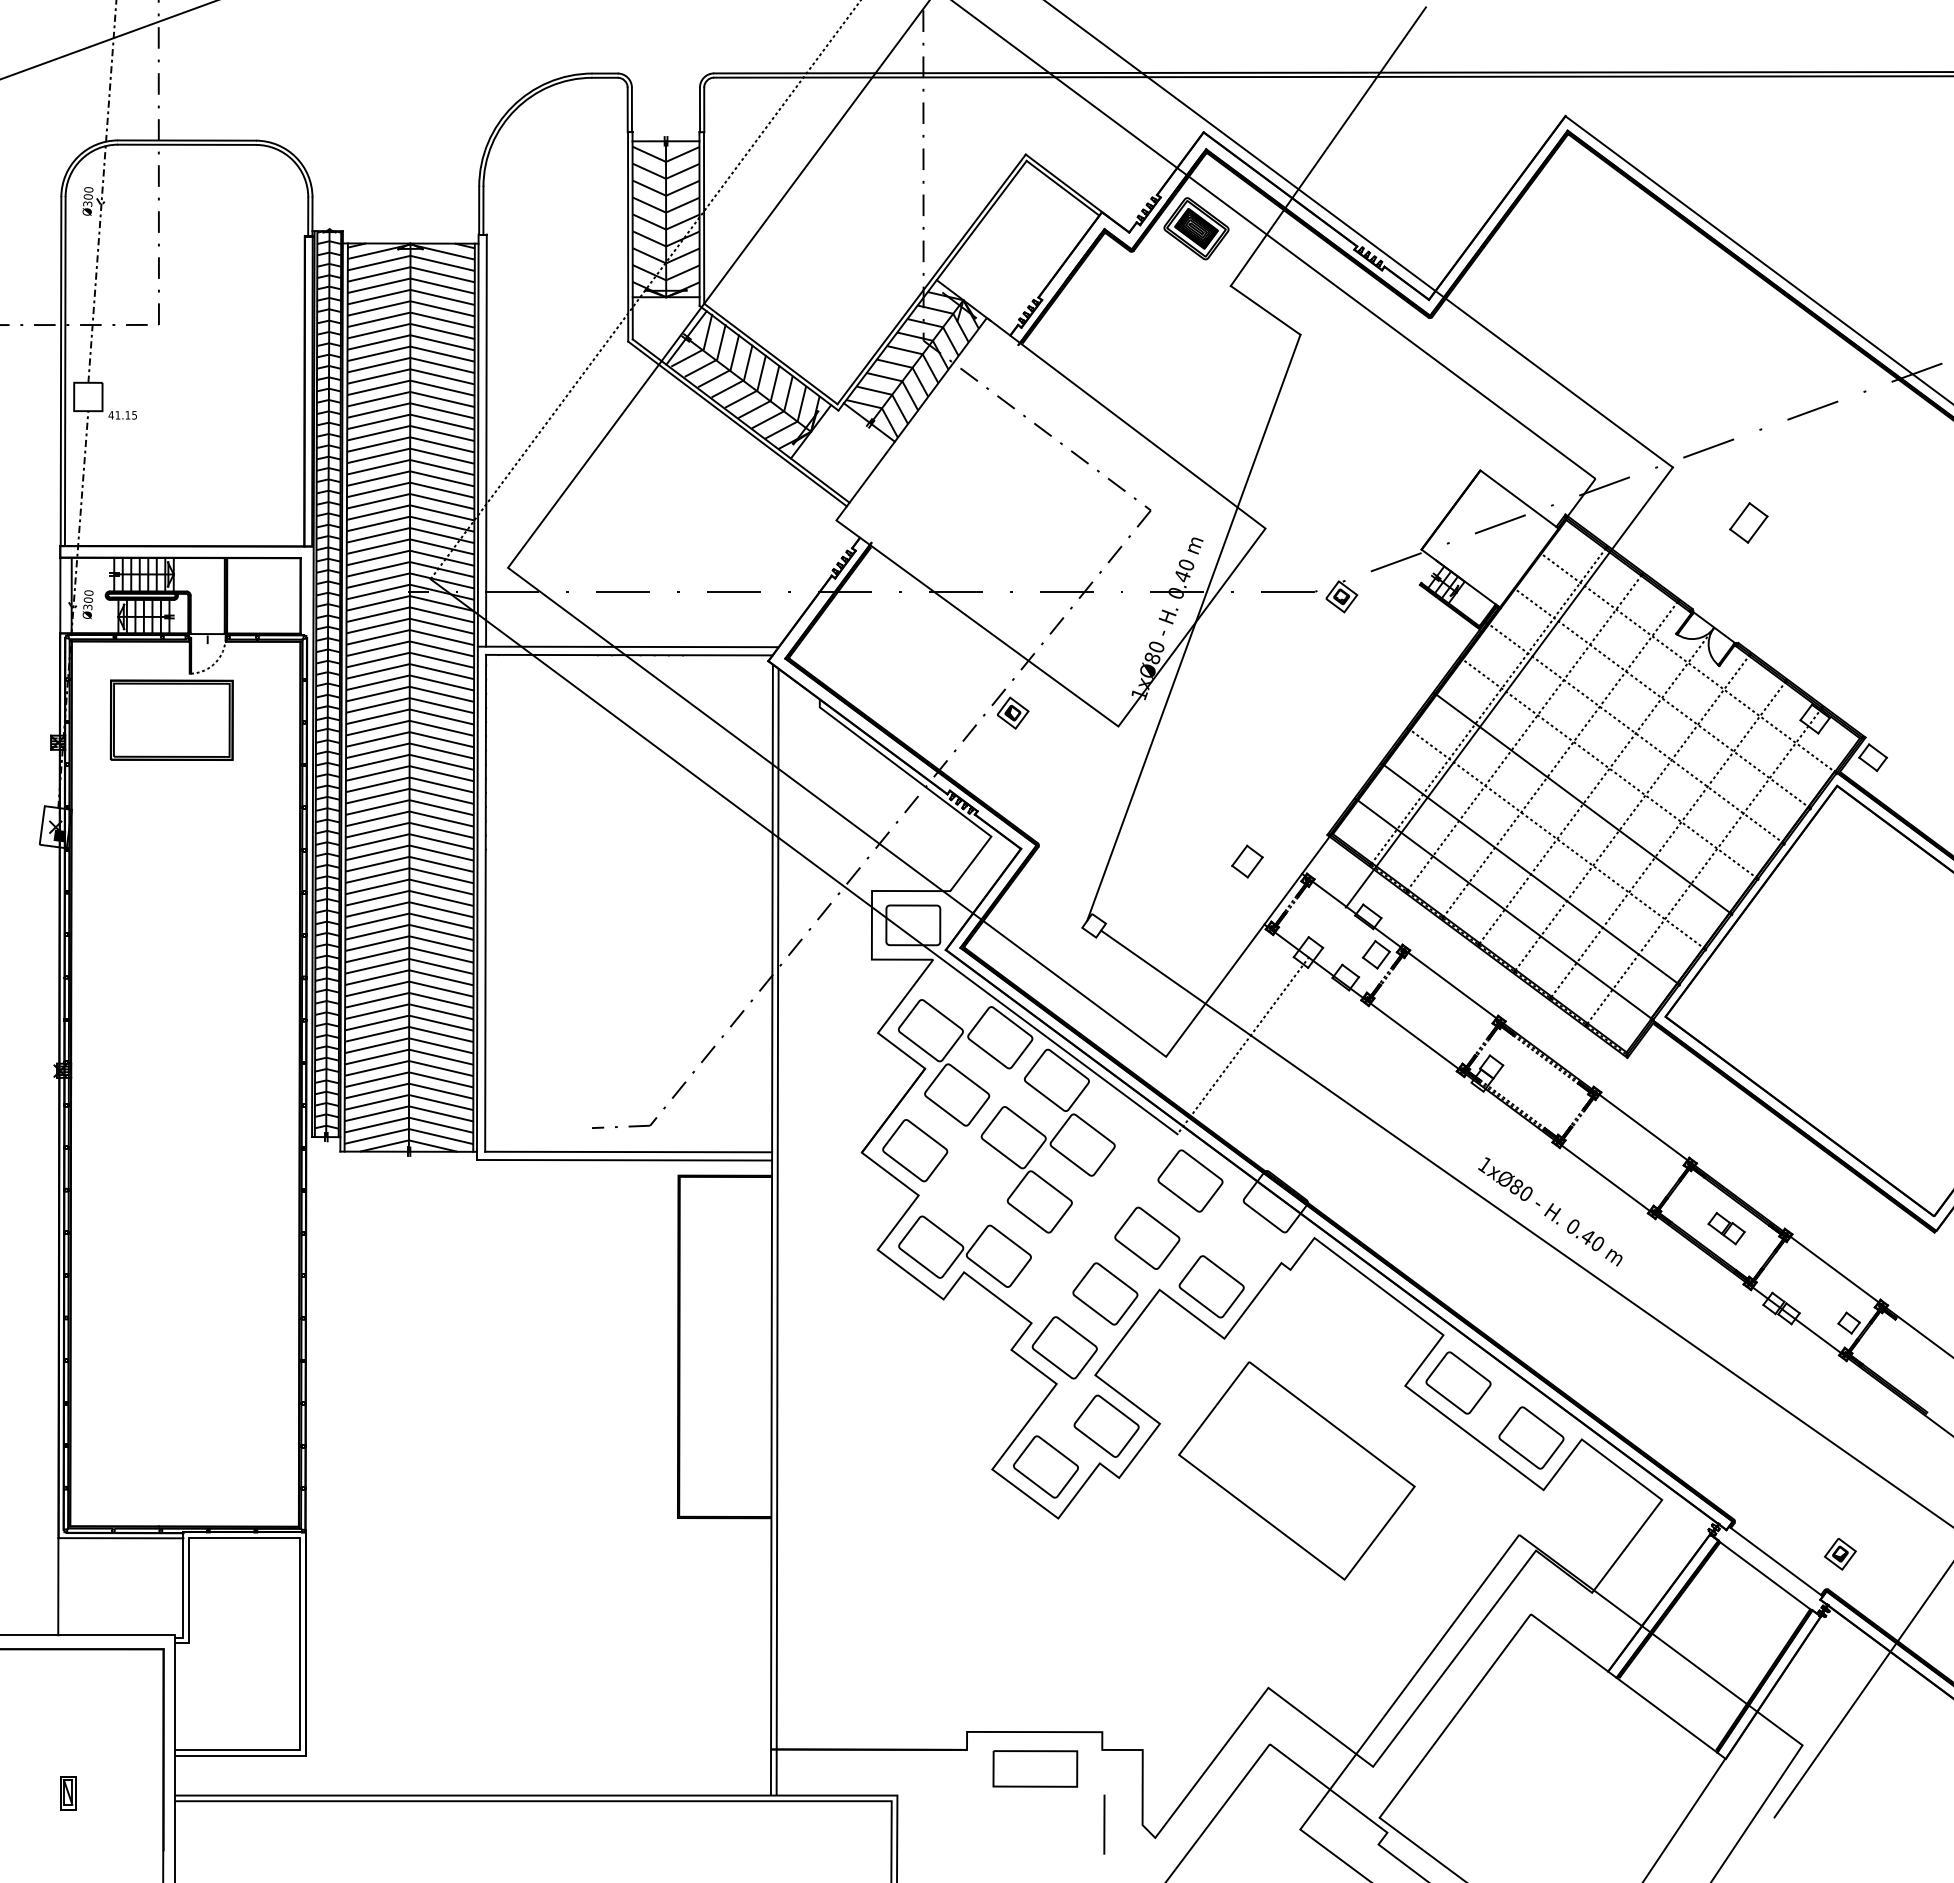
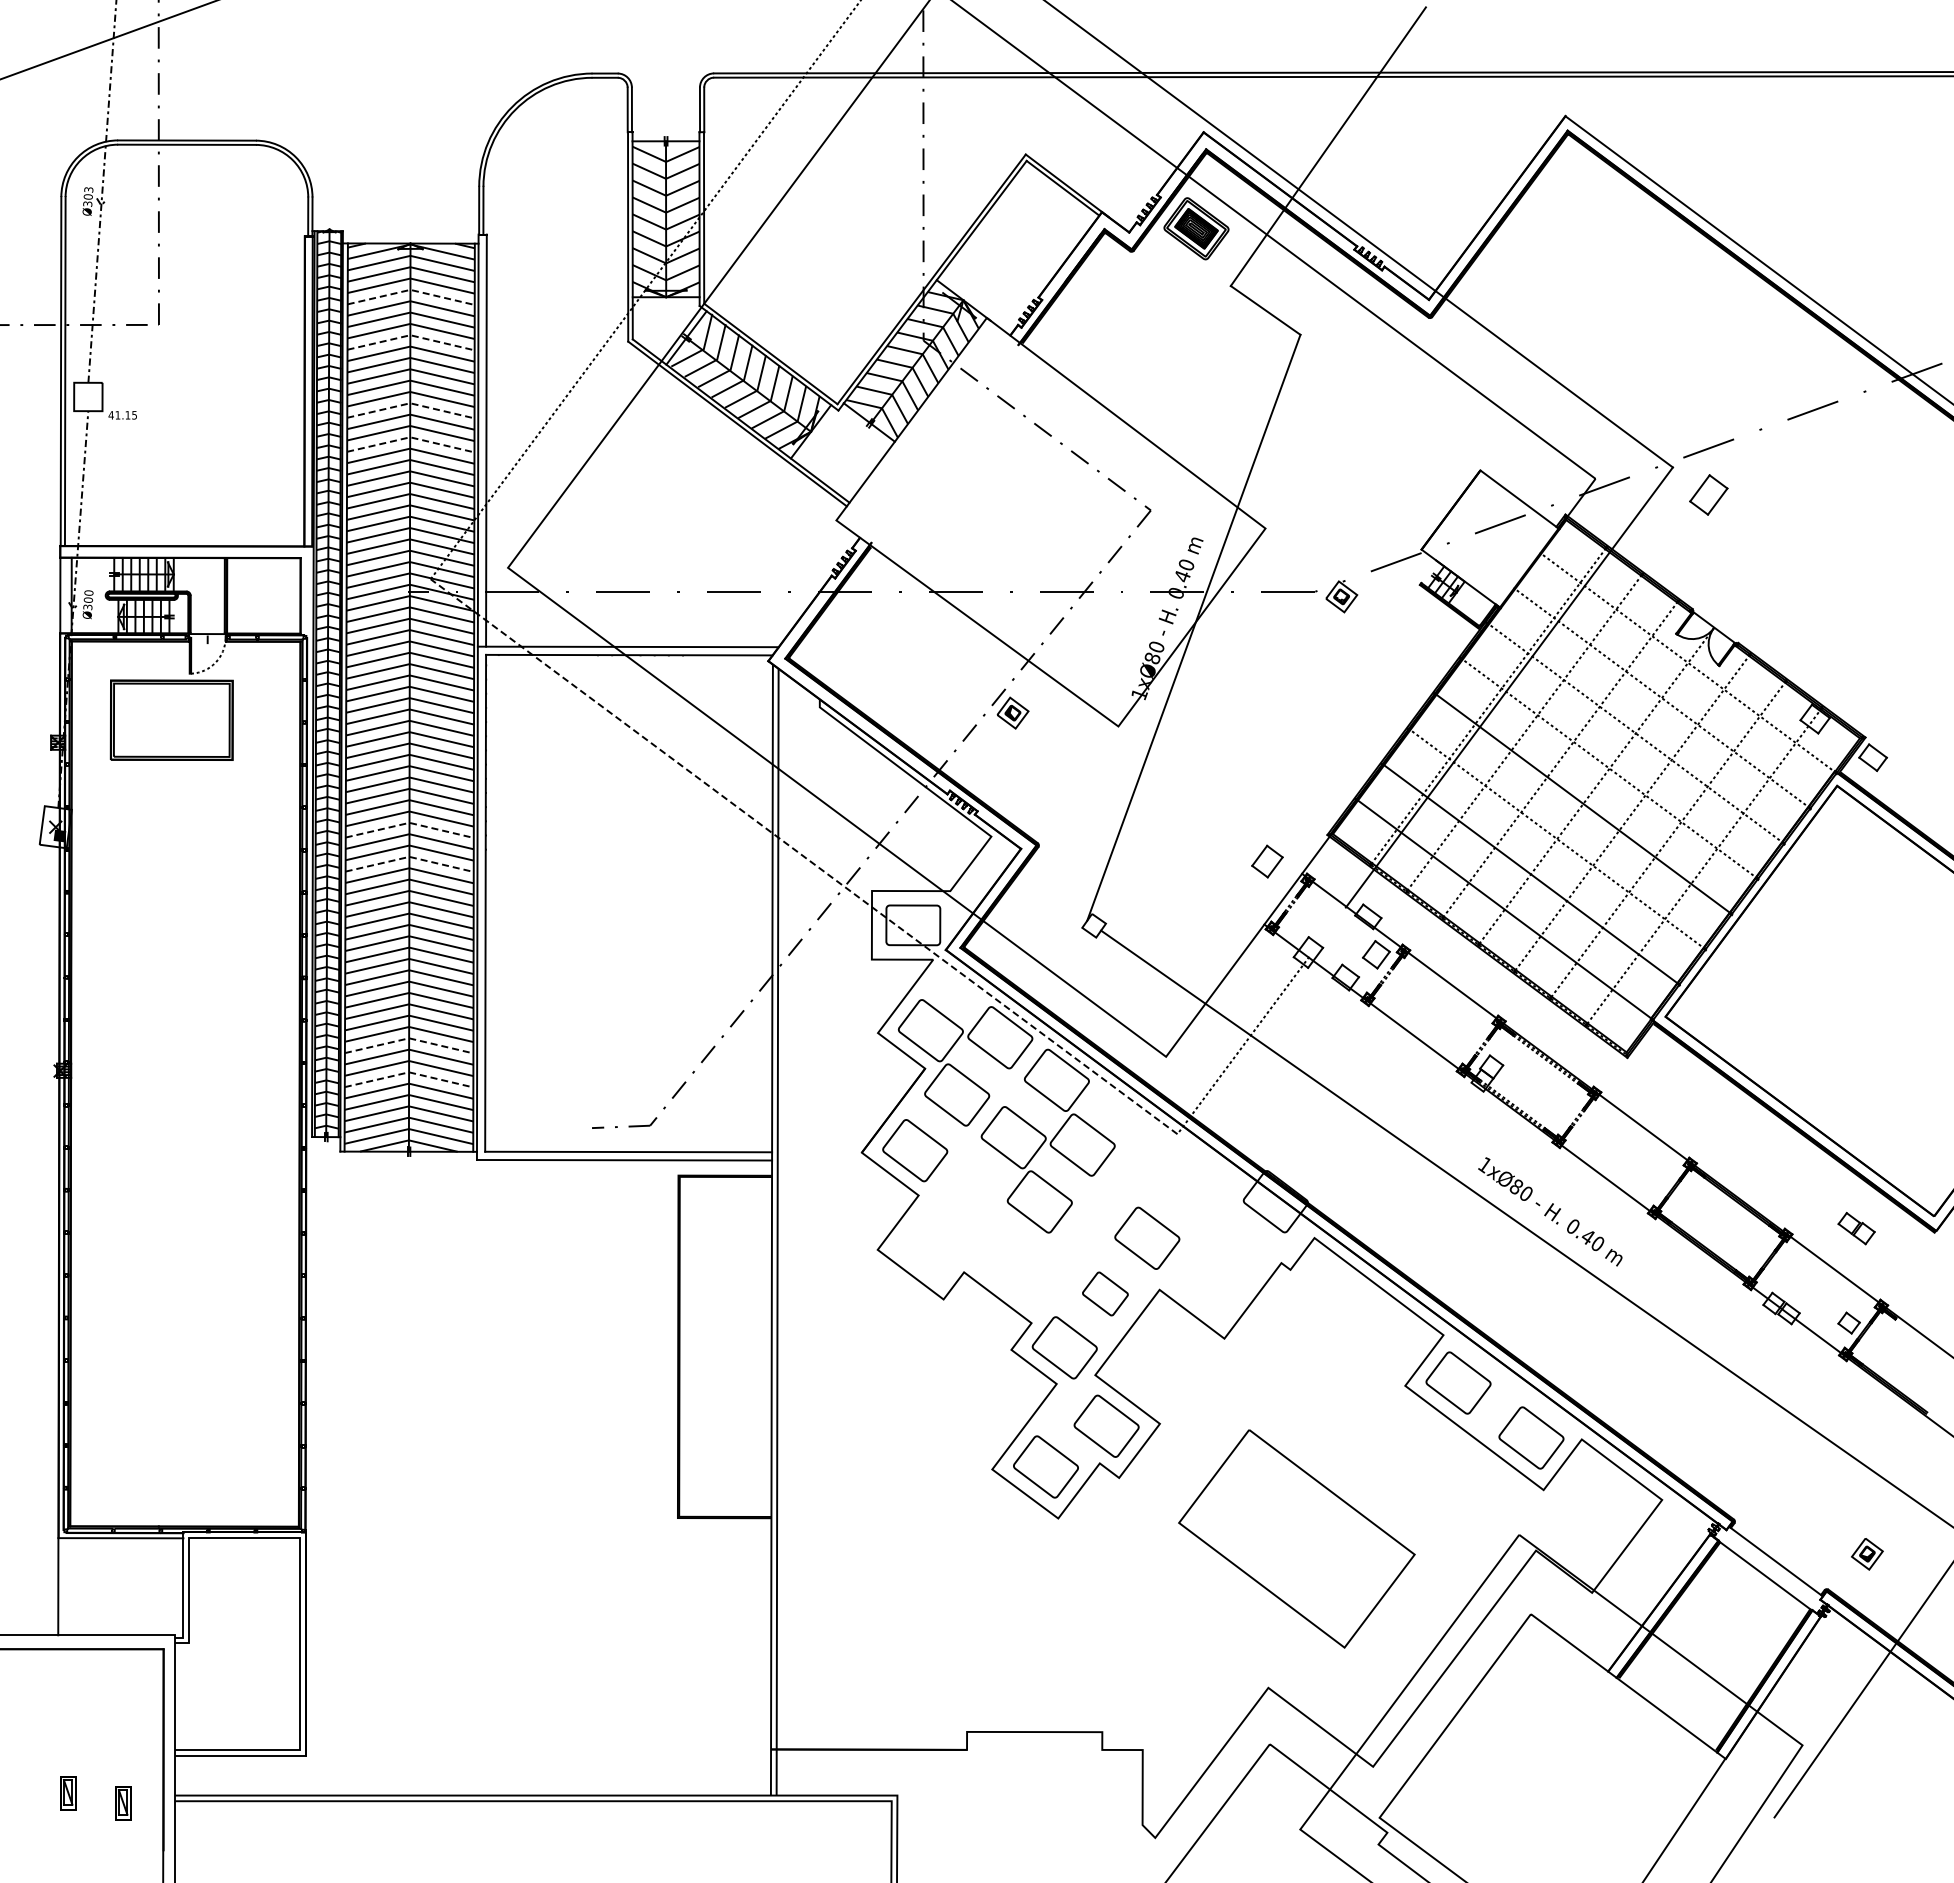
text at (88, 189): Ø300 -> Ø303
line at (411, 290): solid -> dashed
line at (411, 335): solid -> dashed
line at (411, 403): solid -> dashed
line at (411, 437): solid -> dashed
part at (1748, 522) position: (1748, 522) -> (1708, 494)
line at (409, 822): solid -> dashed
line at (409, 856): solid -> dashed
line at (803, 856): solid -> dashed
part at (1247, 861) position: (1247, 861) -> (1267, 861)
line at (409, 1038): solid -> dashed
line at (409, 1072): solid -> dashed
part at (1190, 1180): present -> none
part at (1726, 1228) position: (1726, 1228) -> (1856, 1228)
part at (964, 1251): present -> none
part at (1211, 1286): present -> none
part at (1105, 1293) size: 67x64 px -> 47x46 px
part at (1296, 1470) position: (1296, 1470) -> (1296, 1538)
part at (1840, 1554) position: (1840, 1554) -> (1867, 1554)
part at (1035, 1768): present -> none
part at (123, 1803): none -> present
line at (1104, 1824): present -> none
